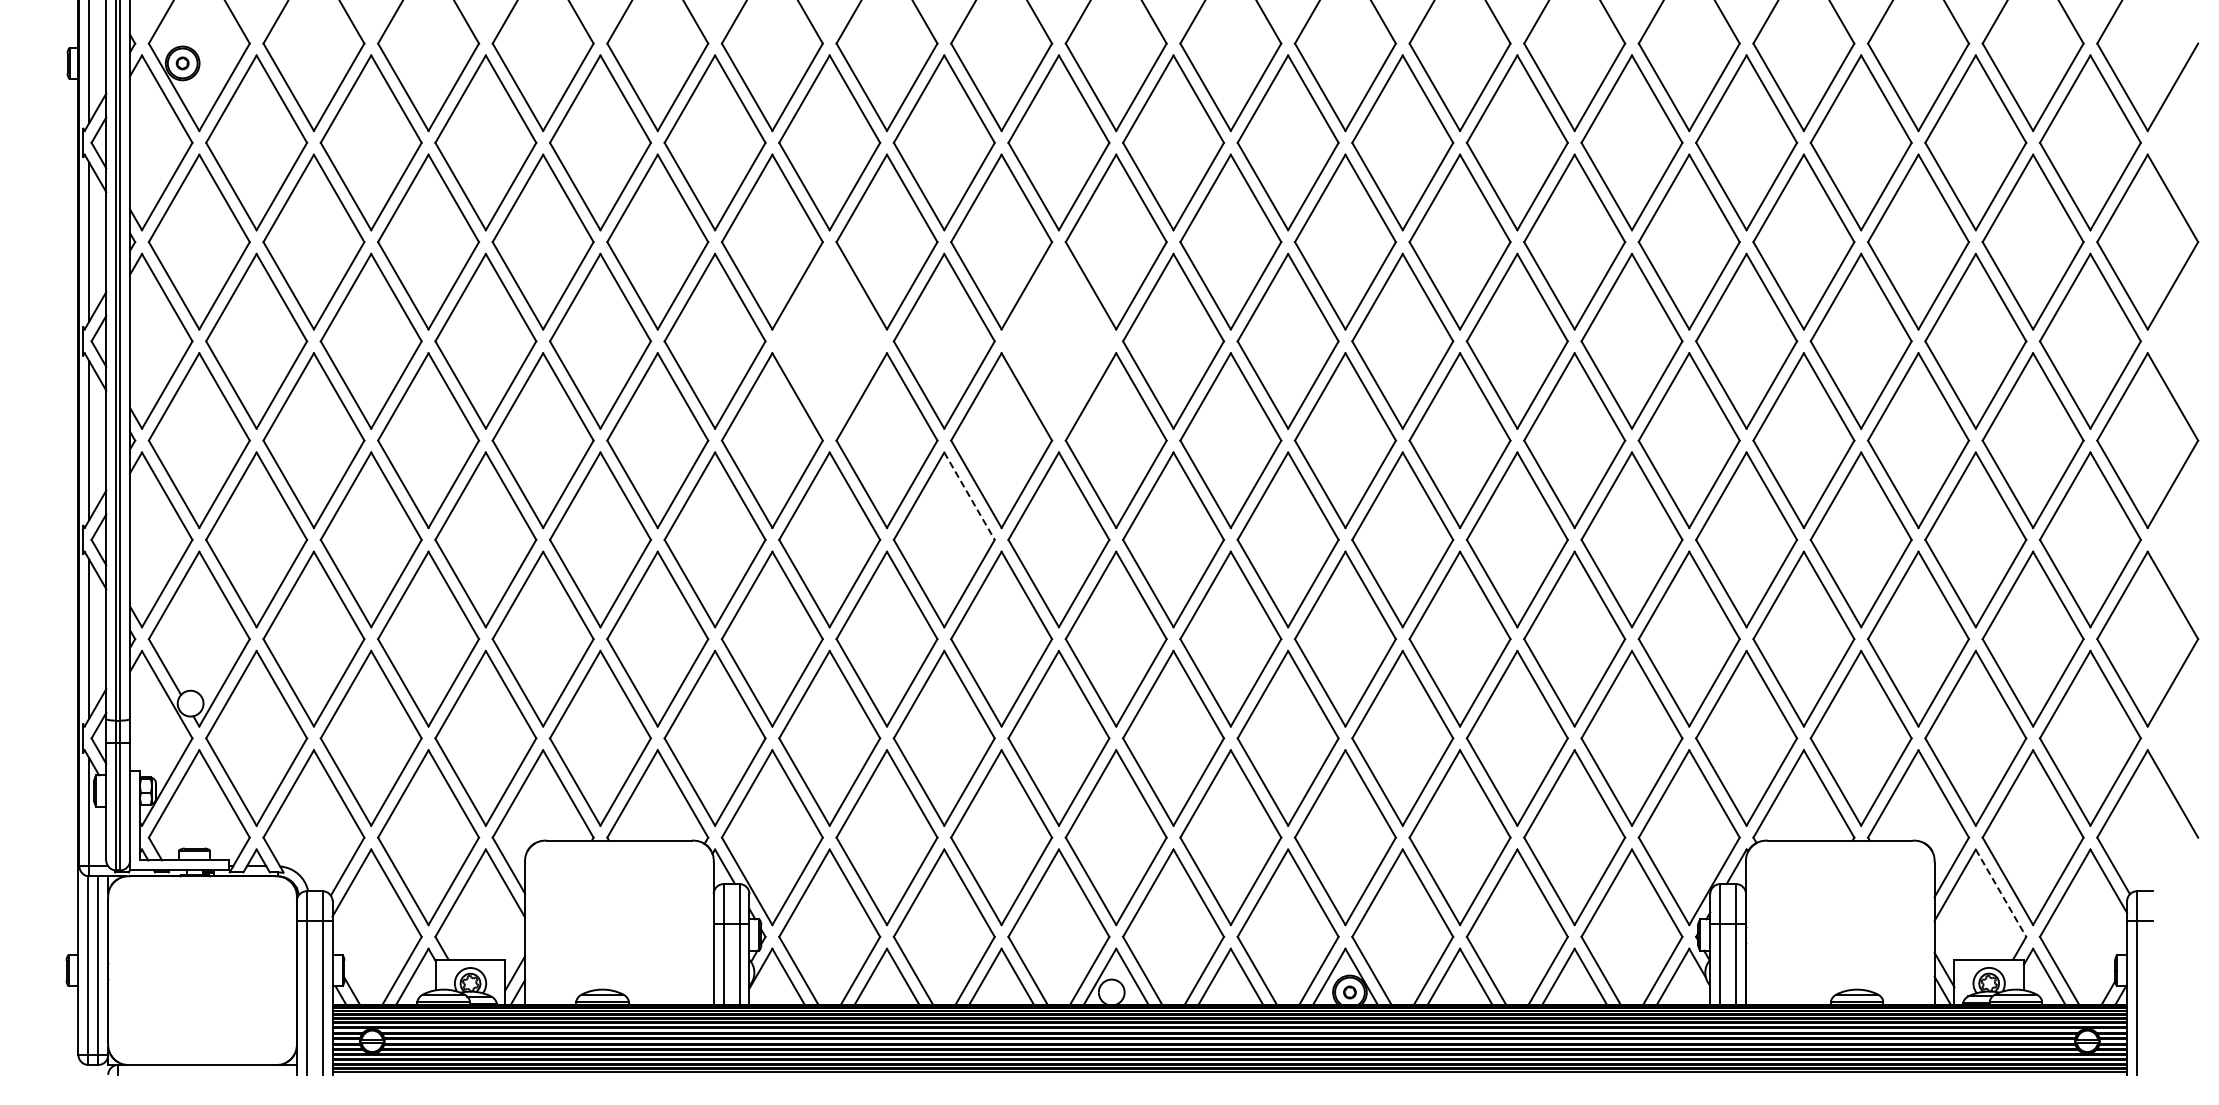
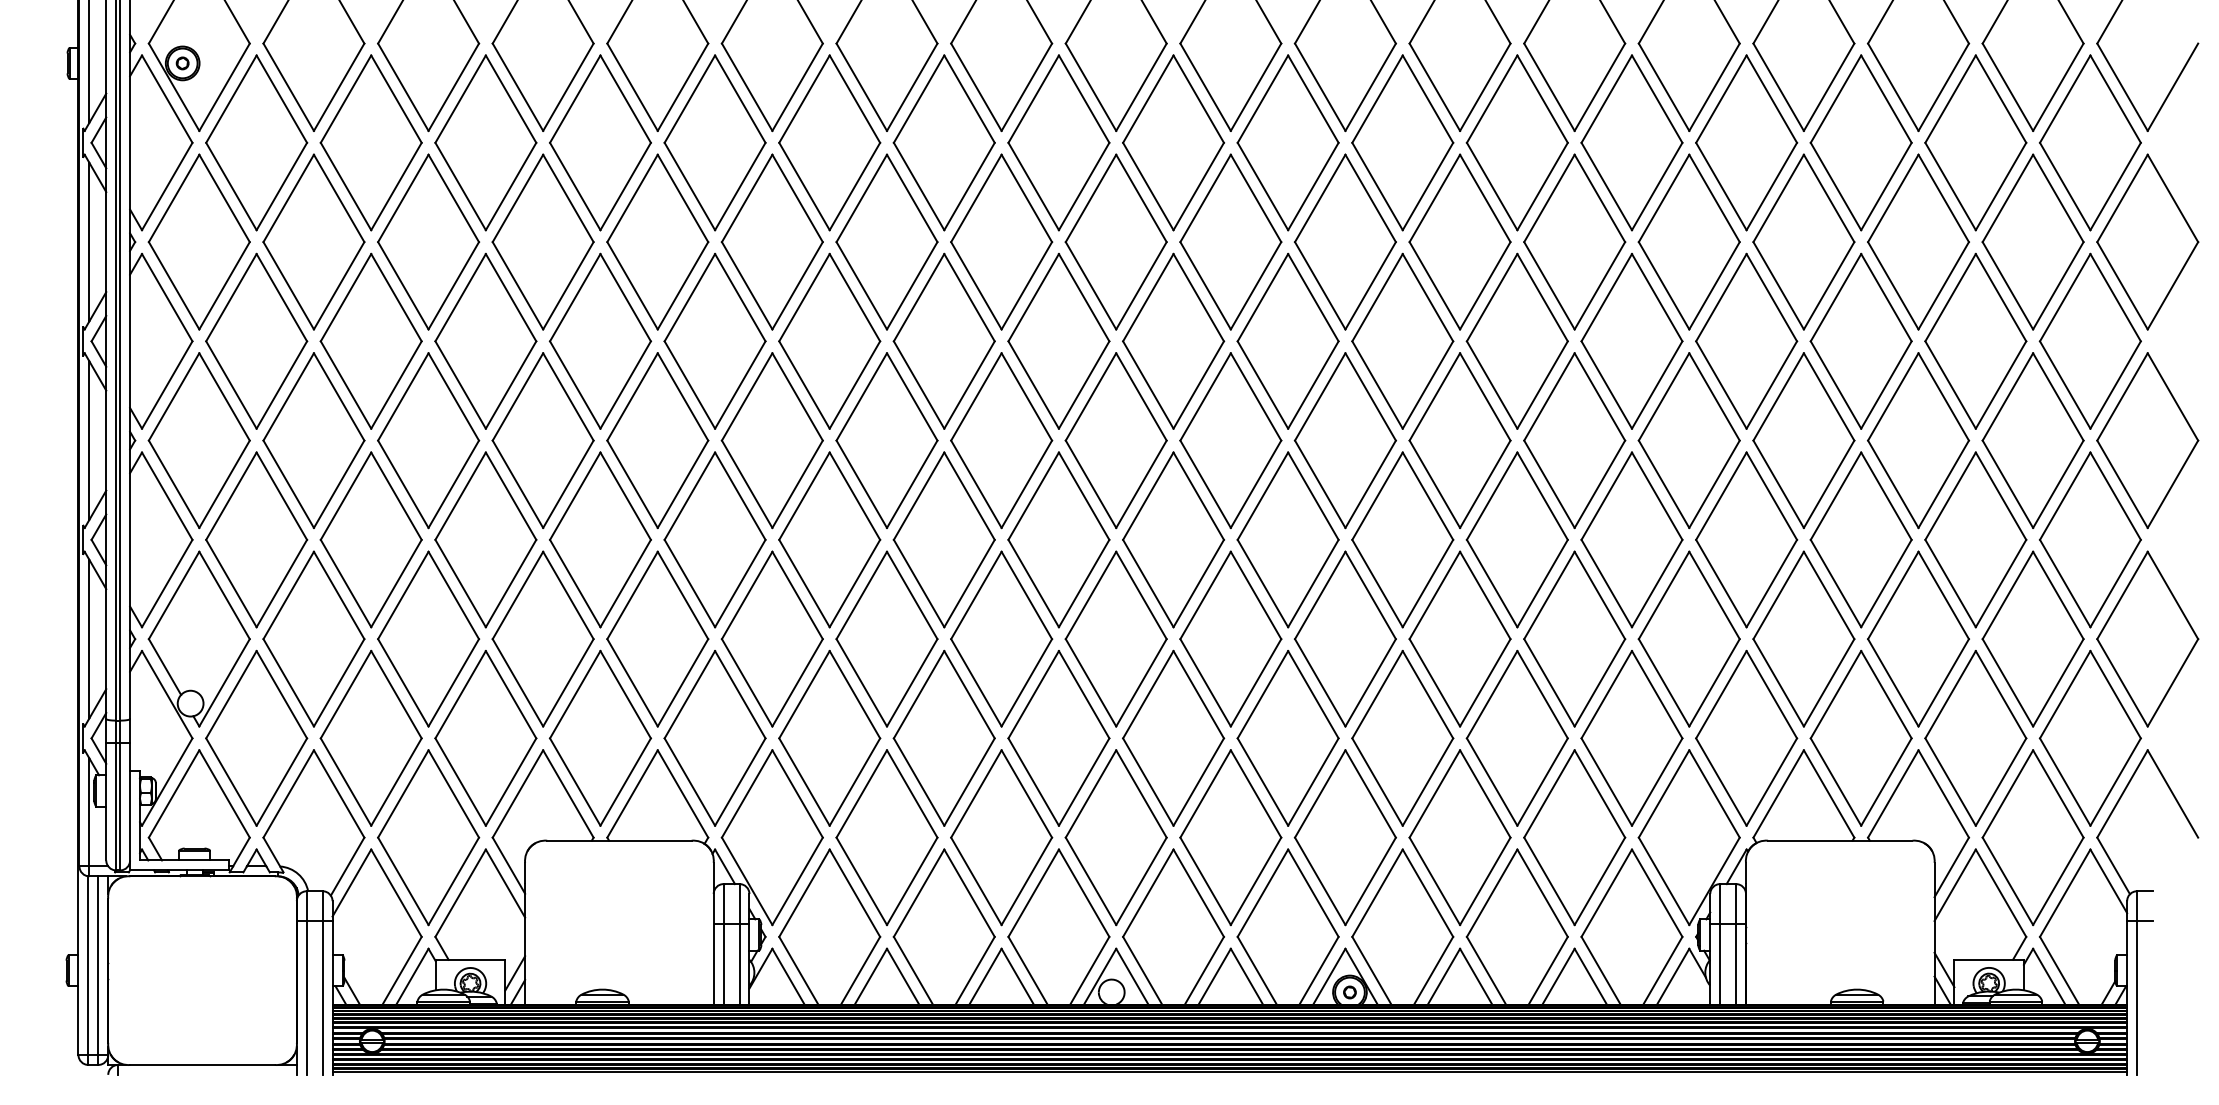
part at (829, 340): none -> present
part at (1058, 341): none -> present
line at (969, 496): dashed -> solid
line at (2001, 893): dashed -> solid
